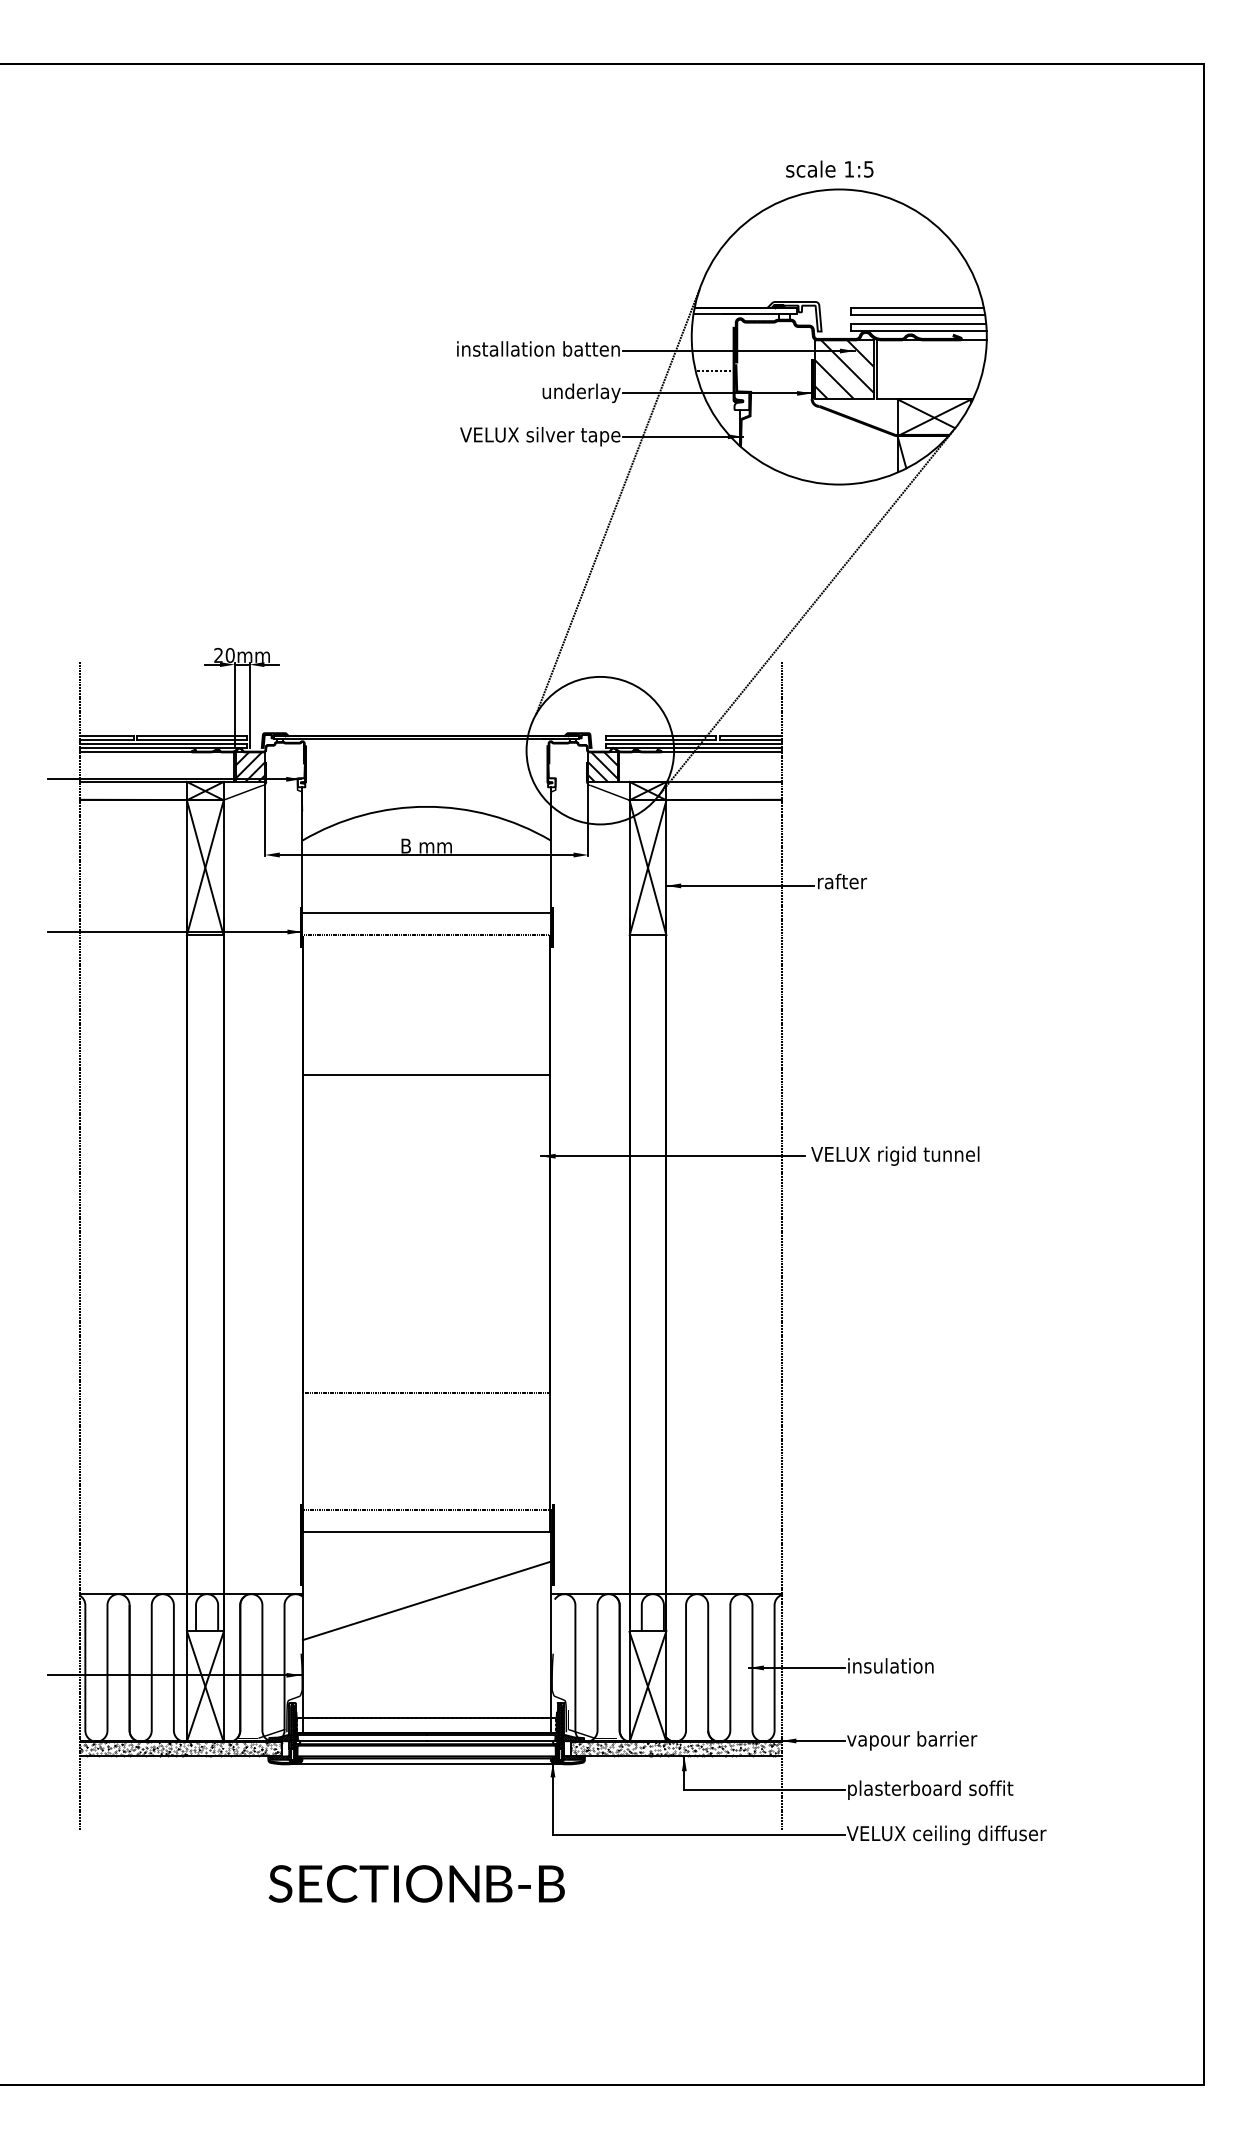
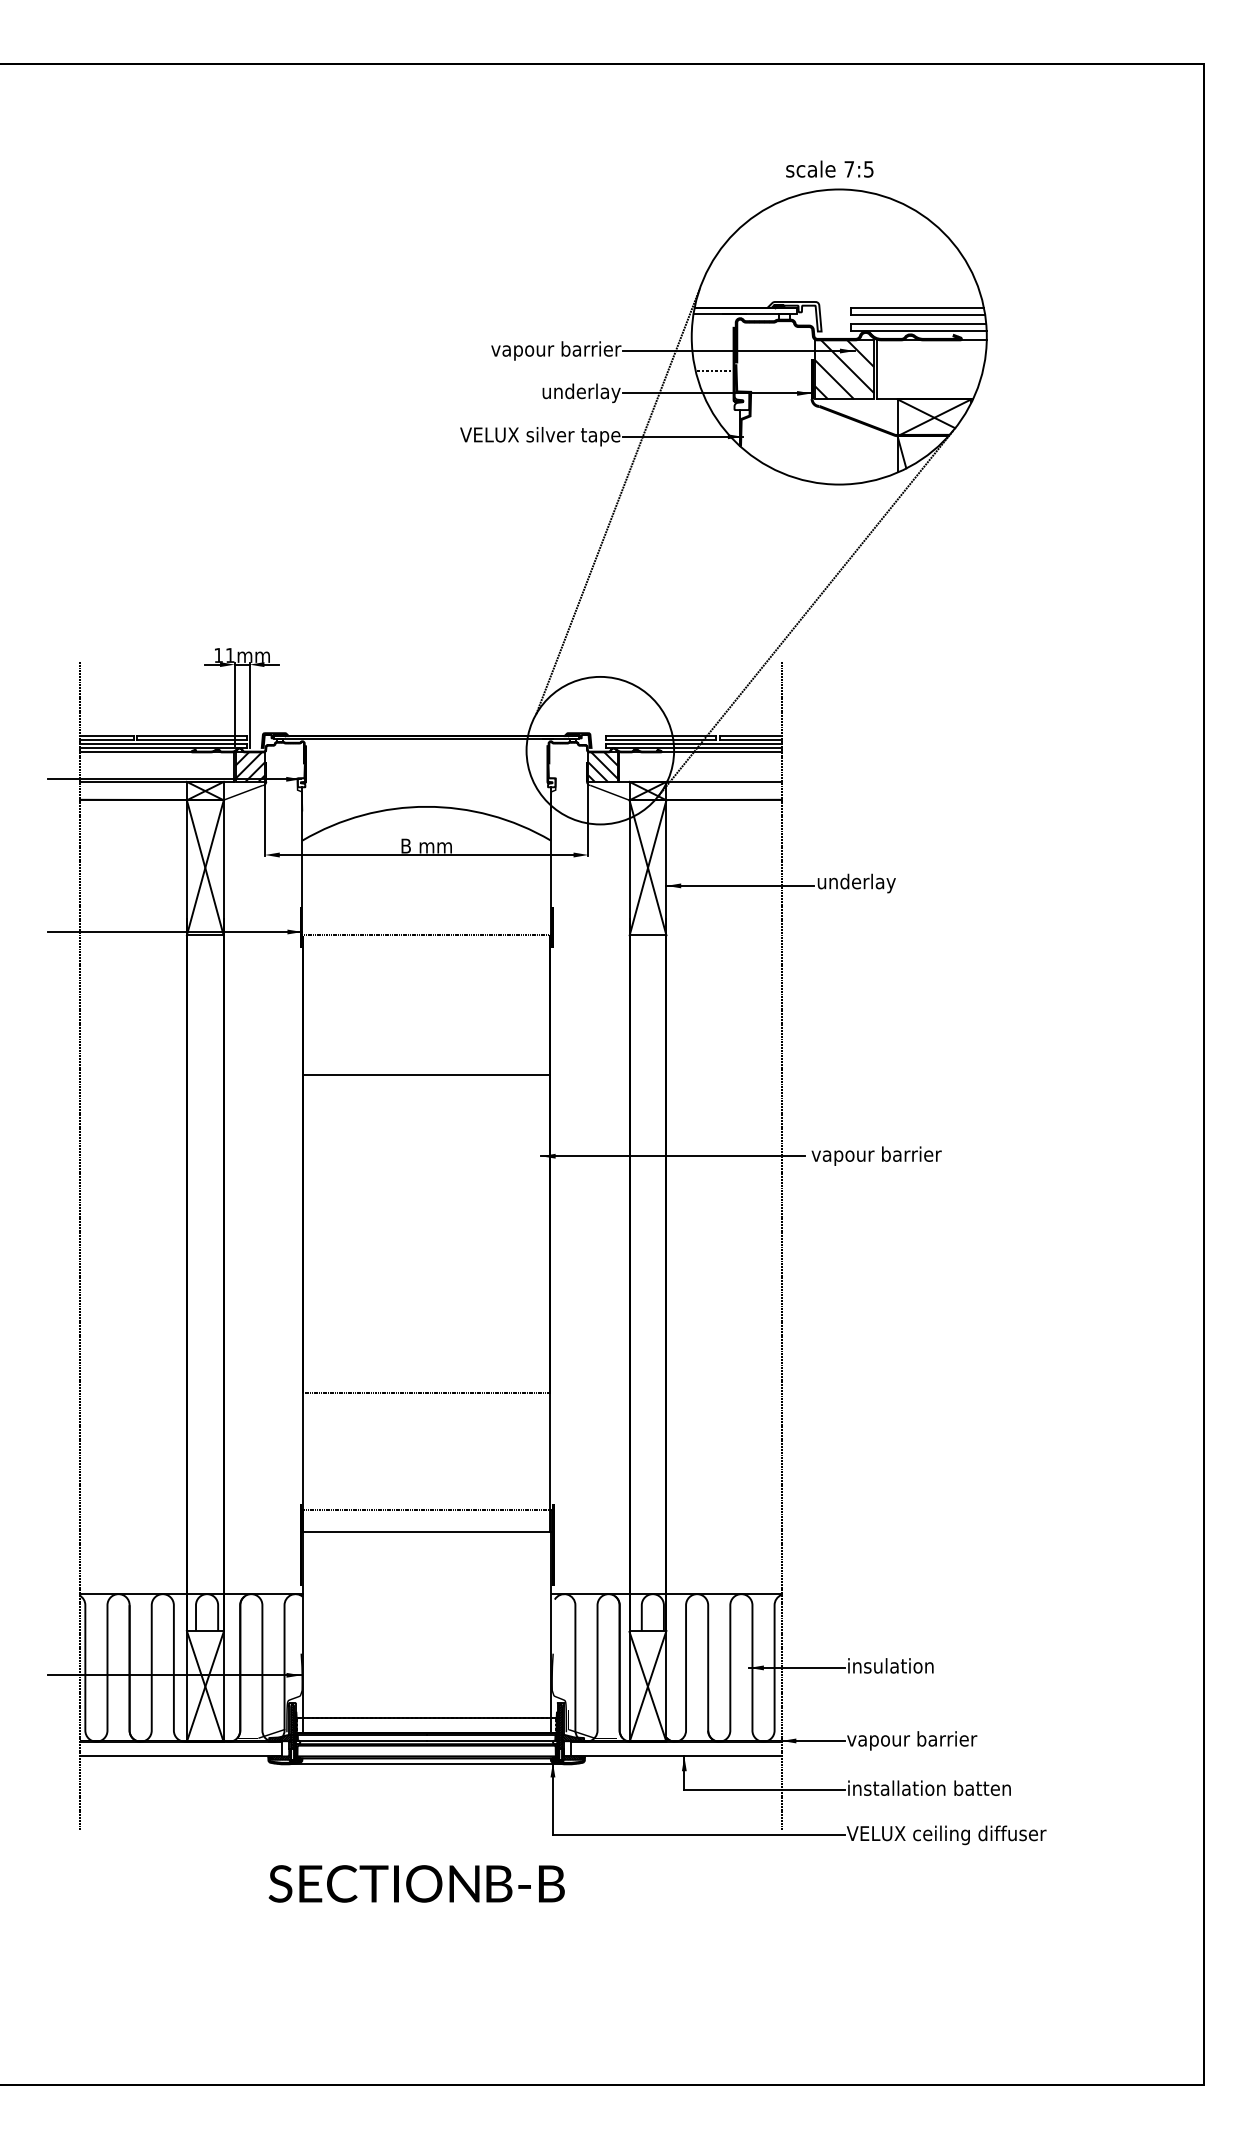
text at (848, 169): 1:5 -> 7:5
text at (539, 350): installation batten -> vapour barrier
text at (224, 655): 20mm -> 11mm
text at (856, 883): rafter -> underlay
line at (426, 913): present -> none
text at (895, 1155): VELUX rigid tunnel -> vapour barrier
line at (426, 1600): present -> none
hatch at (180, 1748): present -> none
hatch at (676, 1748): present -> none
text at (930, 1789): plasterboard soffit -> installation batten
